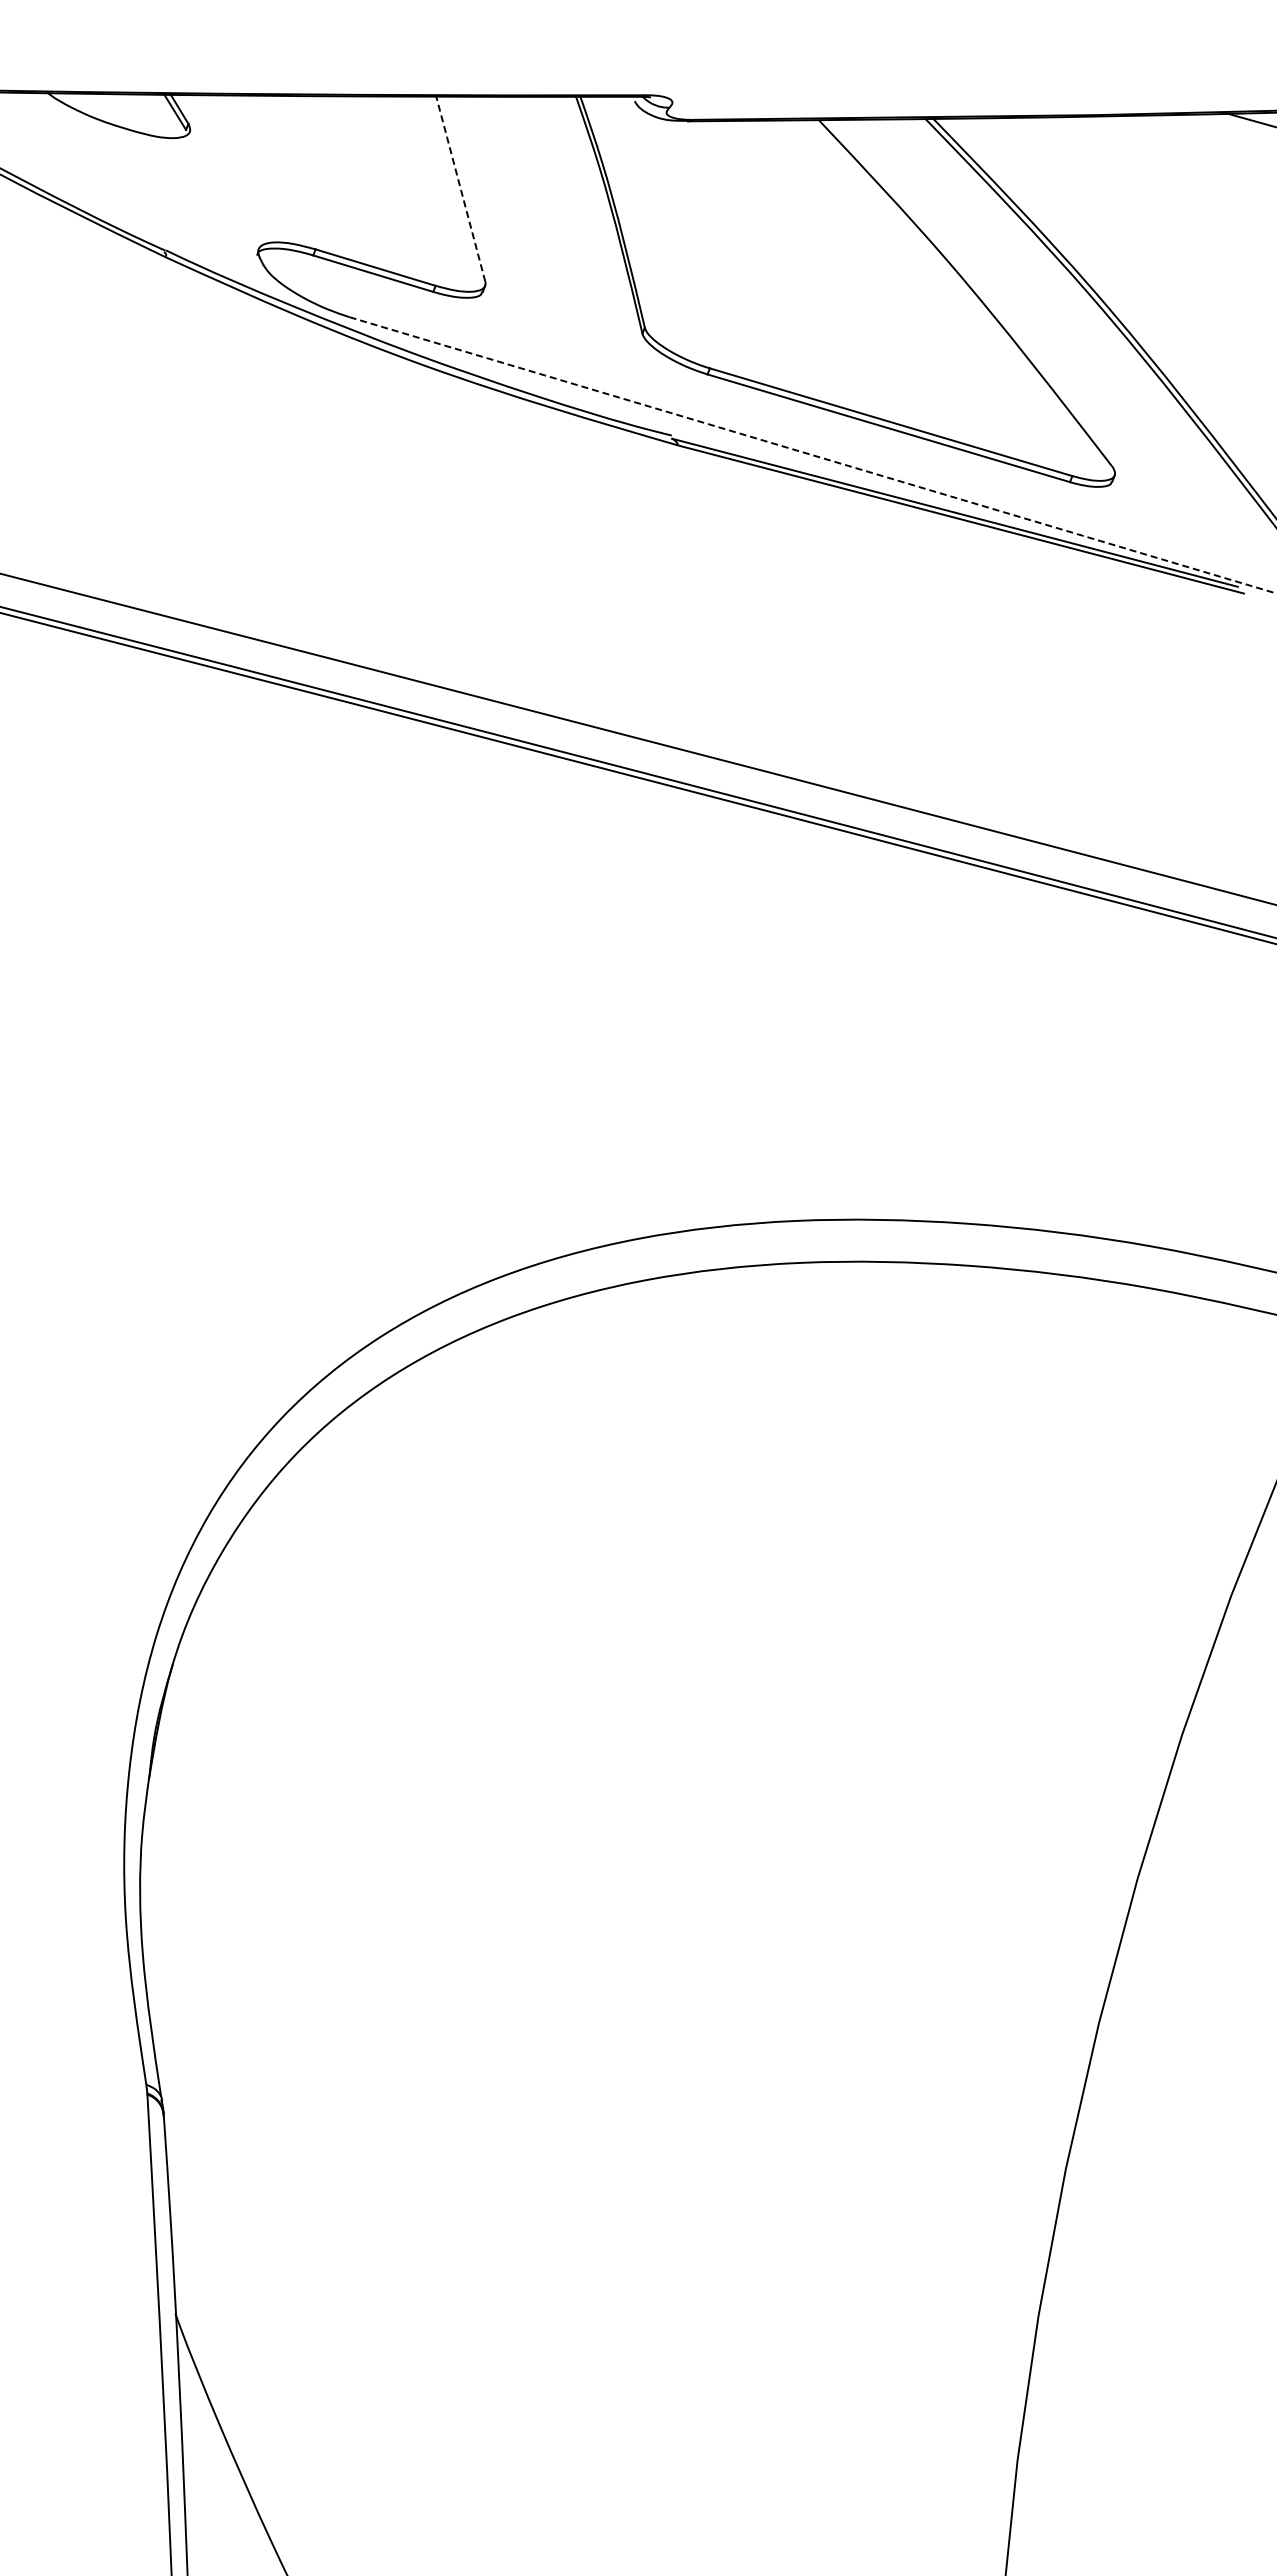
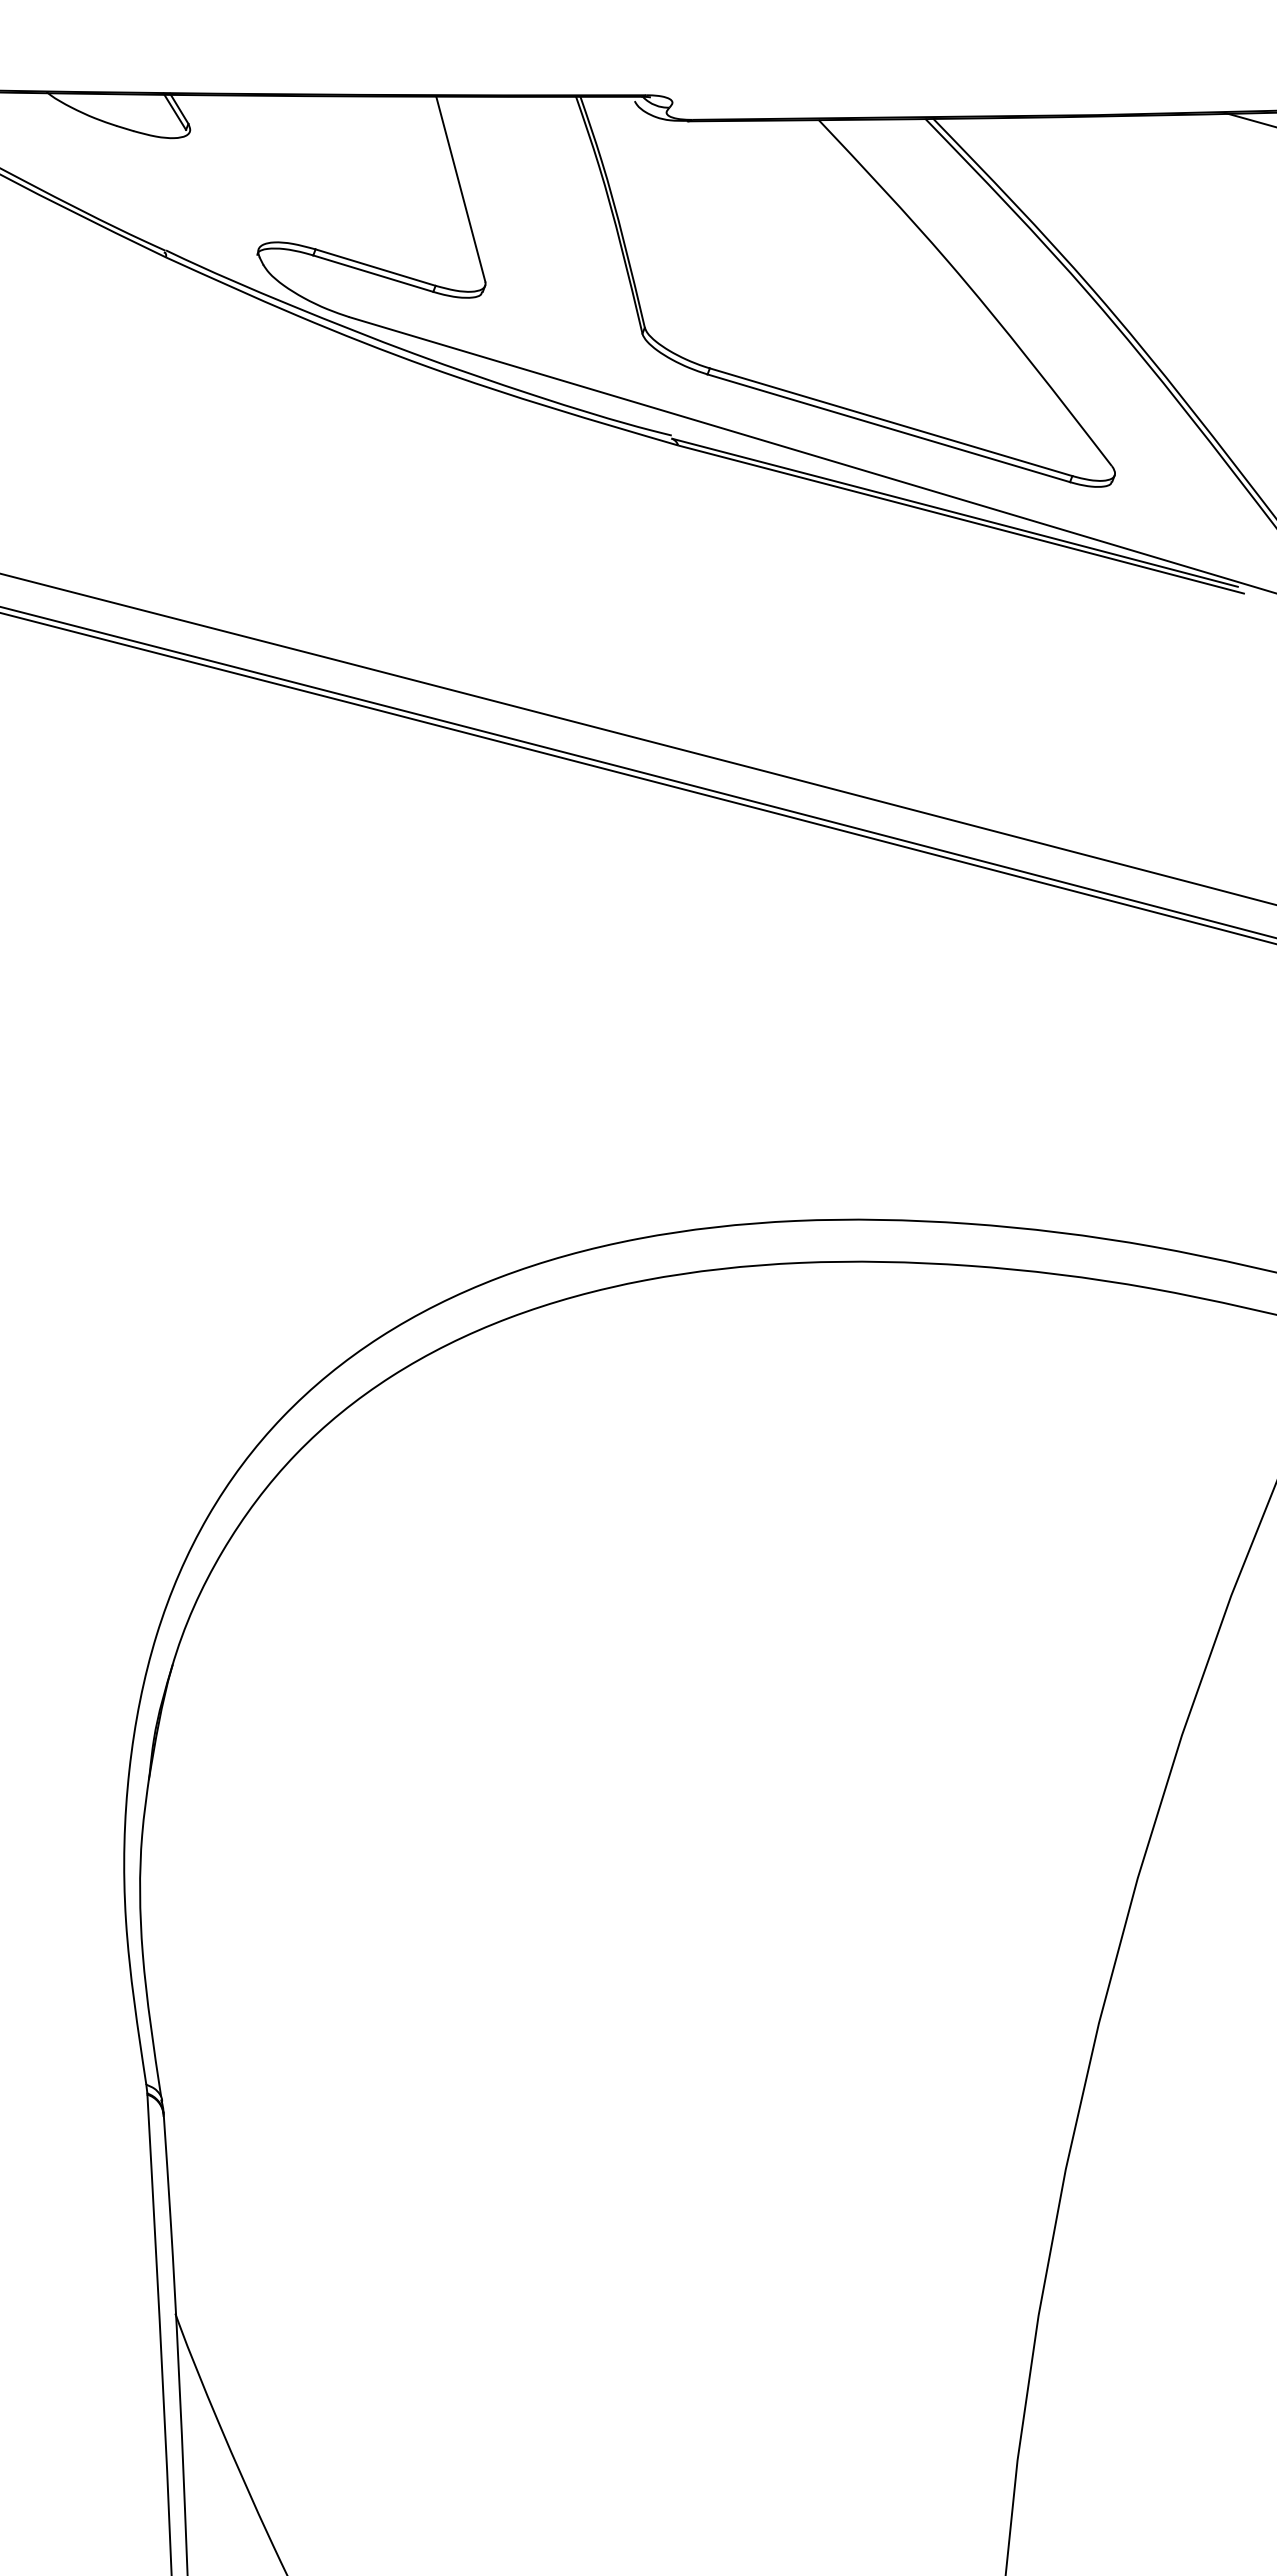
line at (460, 189): dashed -> solid
line at (813, 455): dashed -> solid
